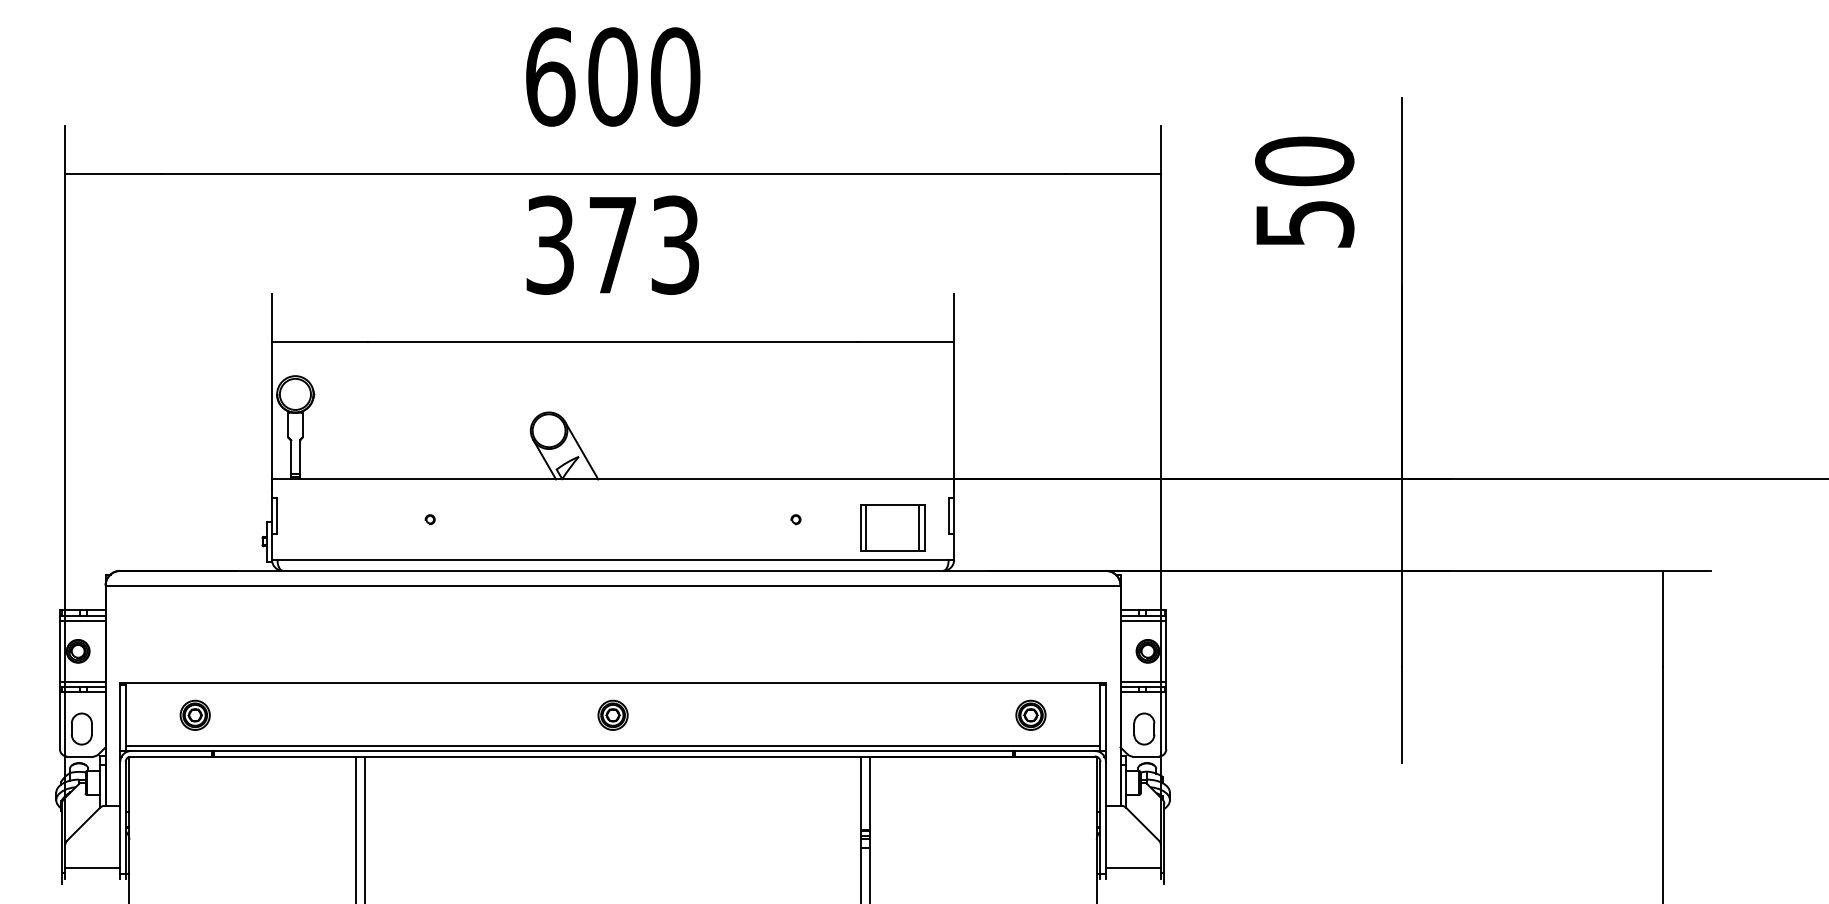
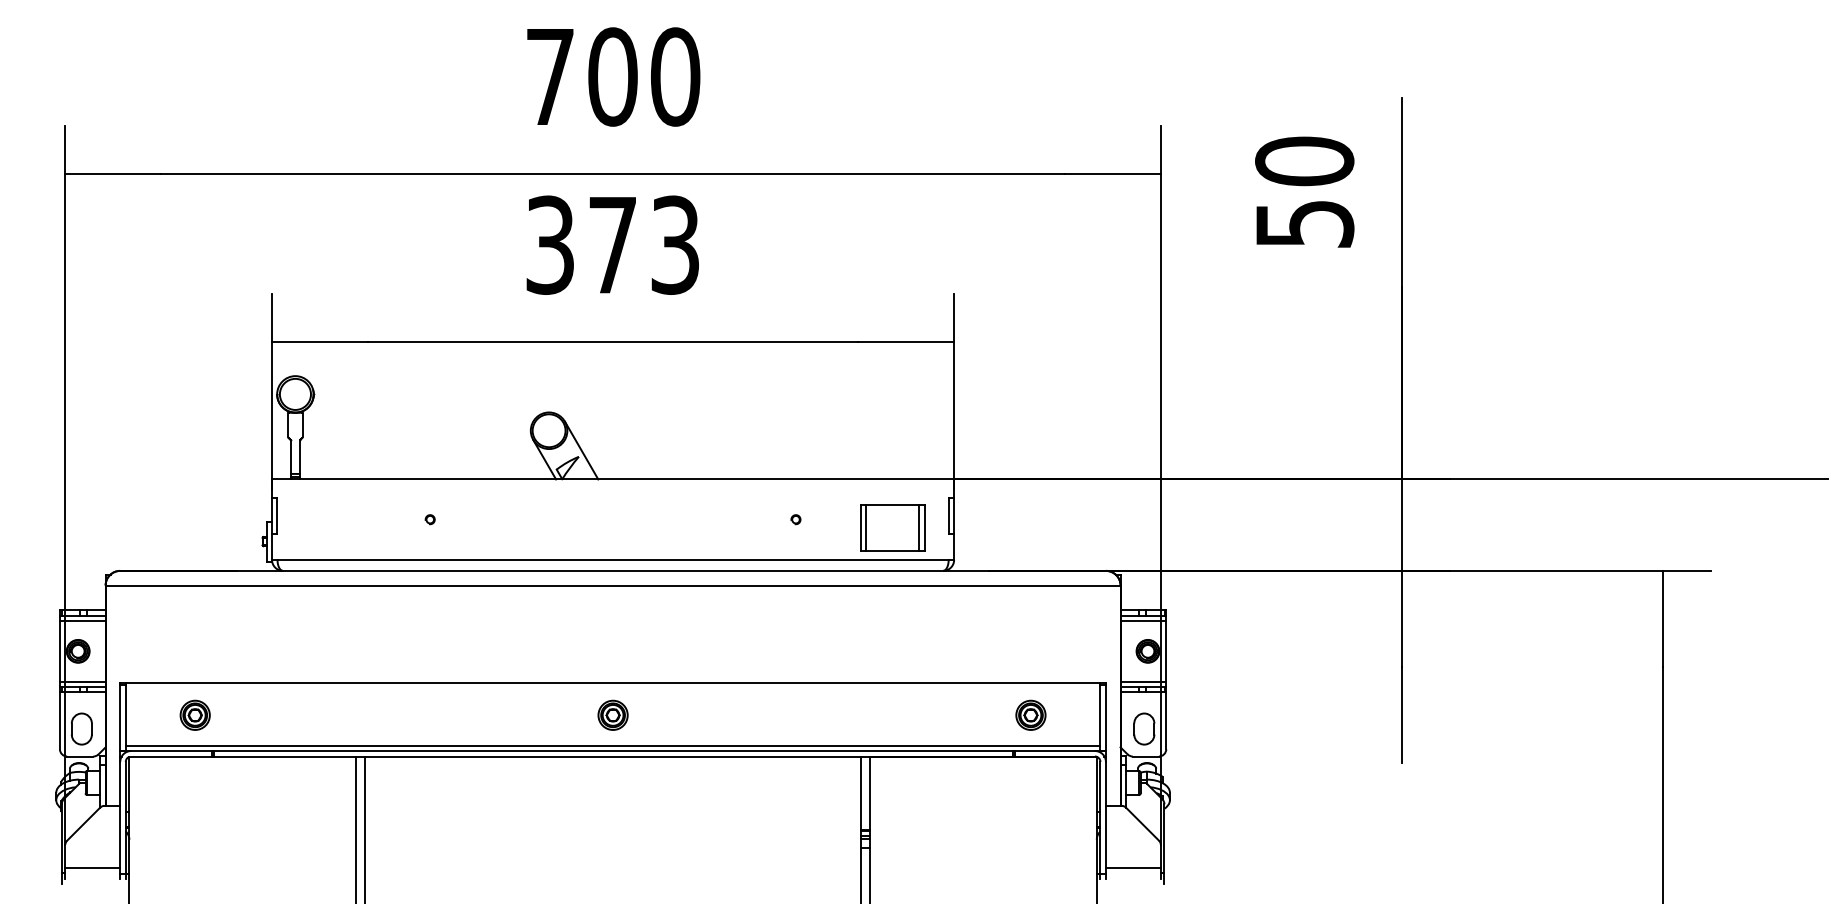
text at (550, 76): 600 -> 700
